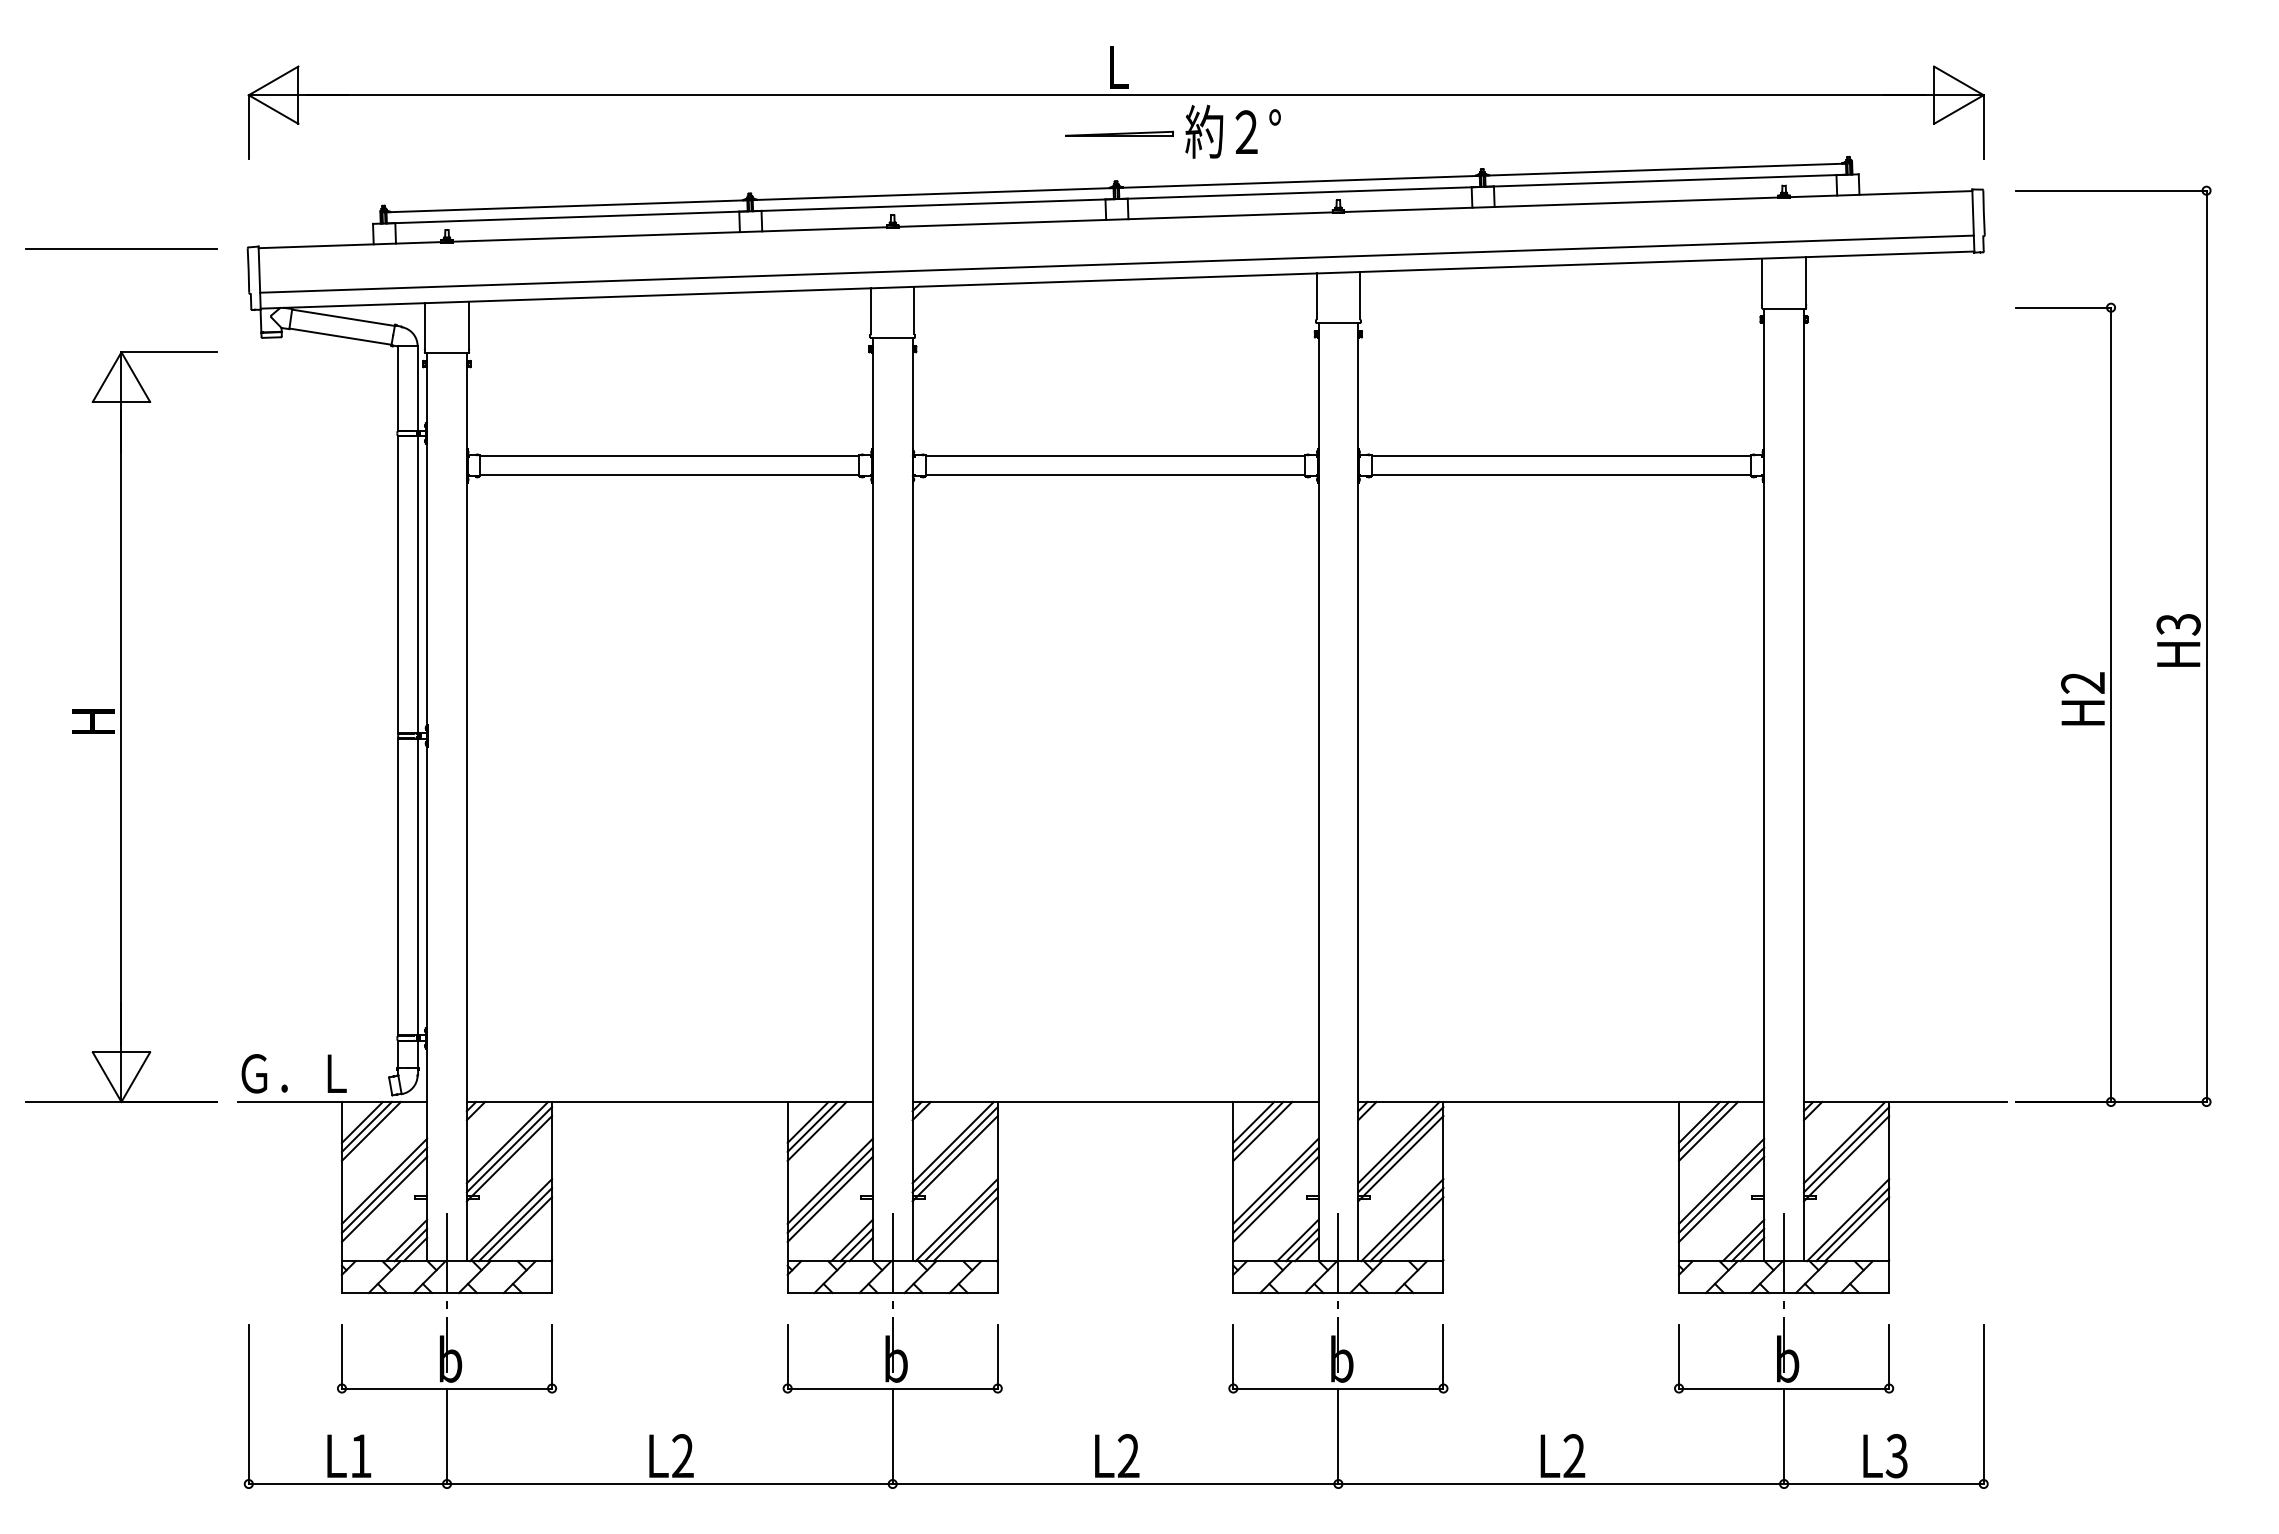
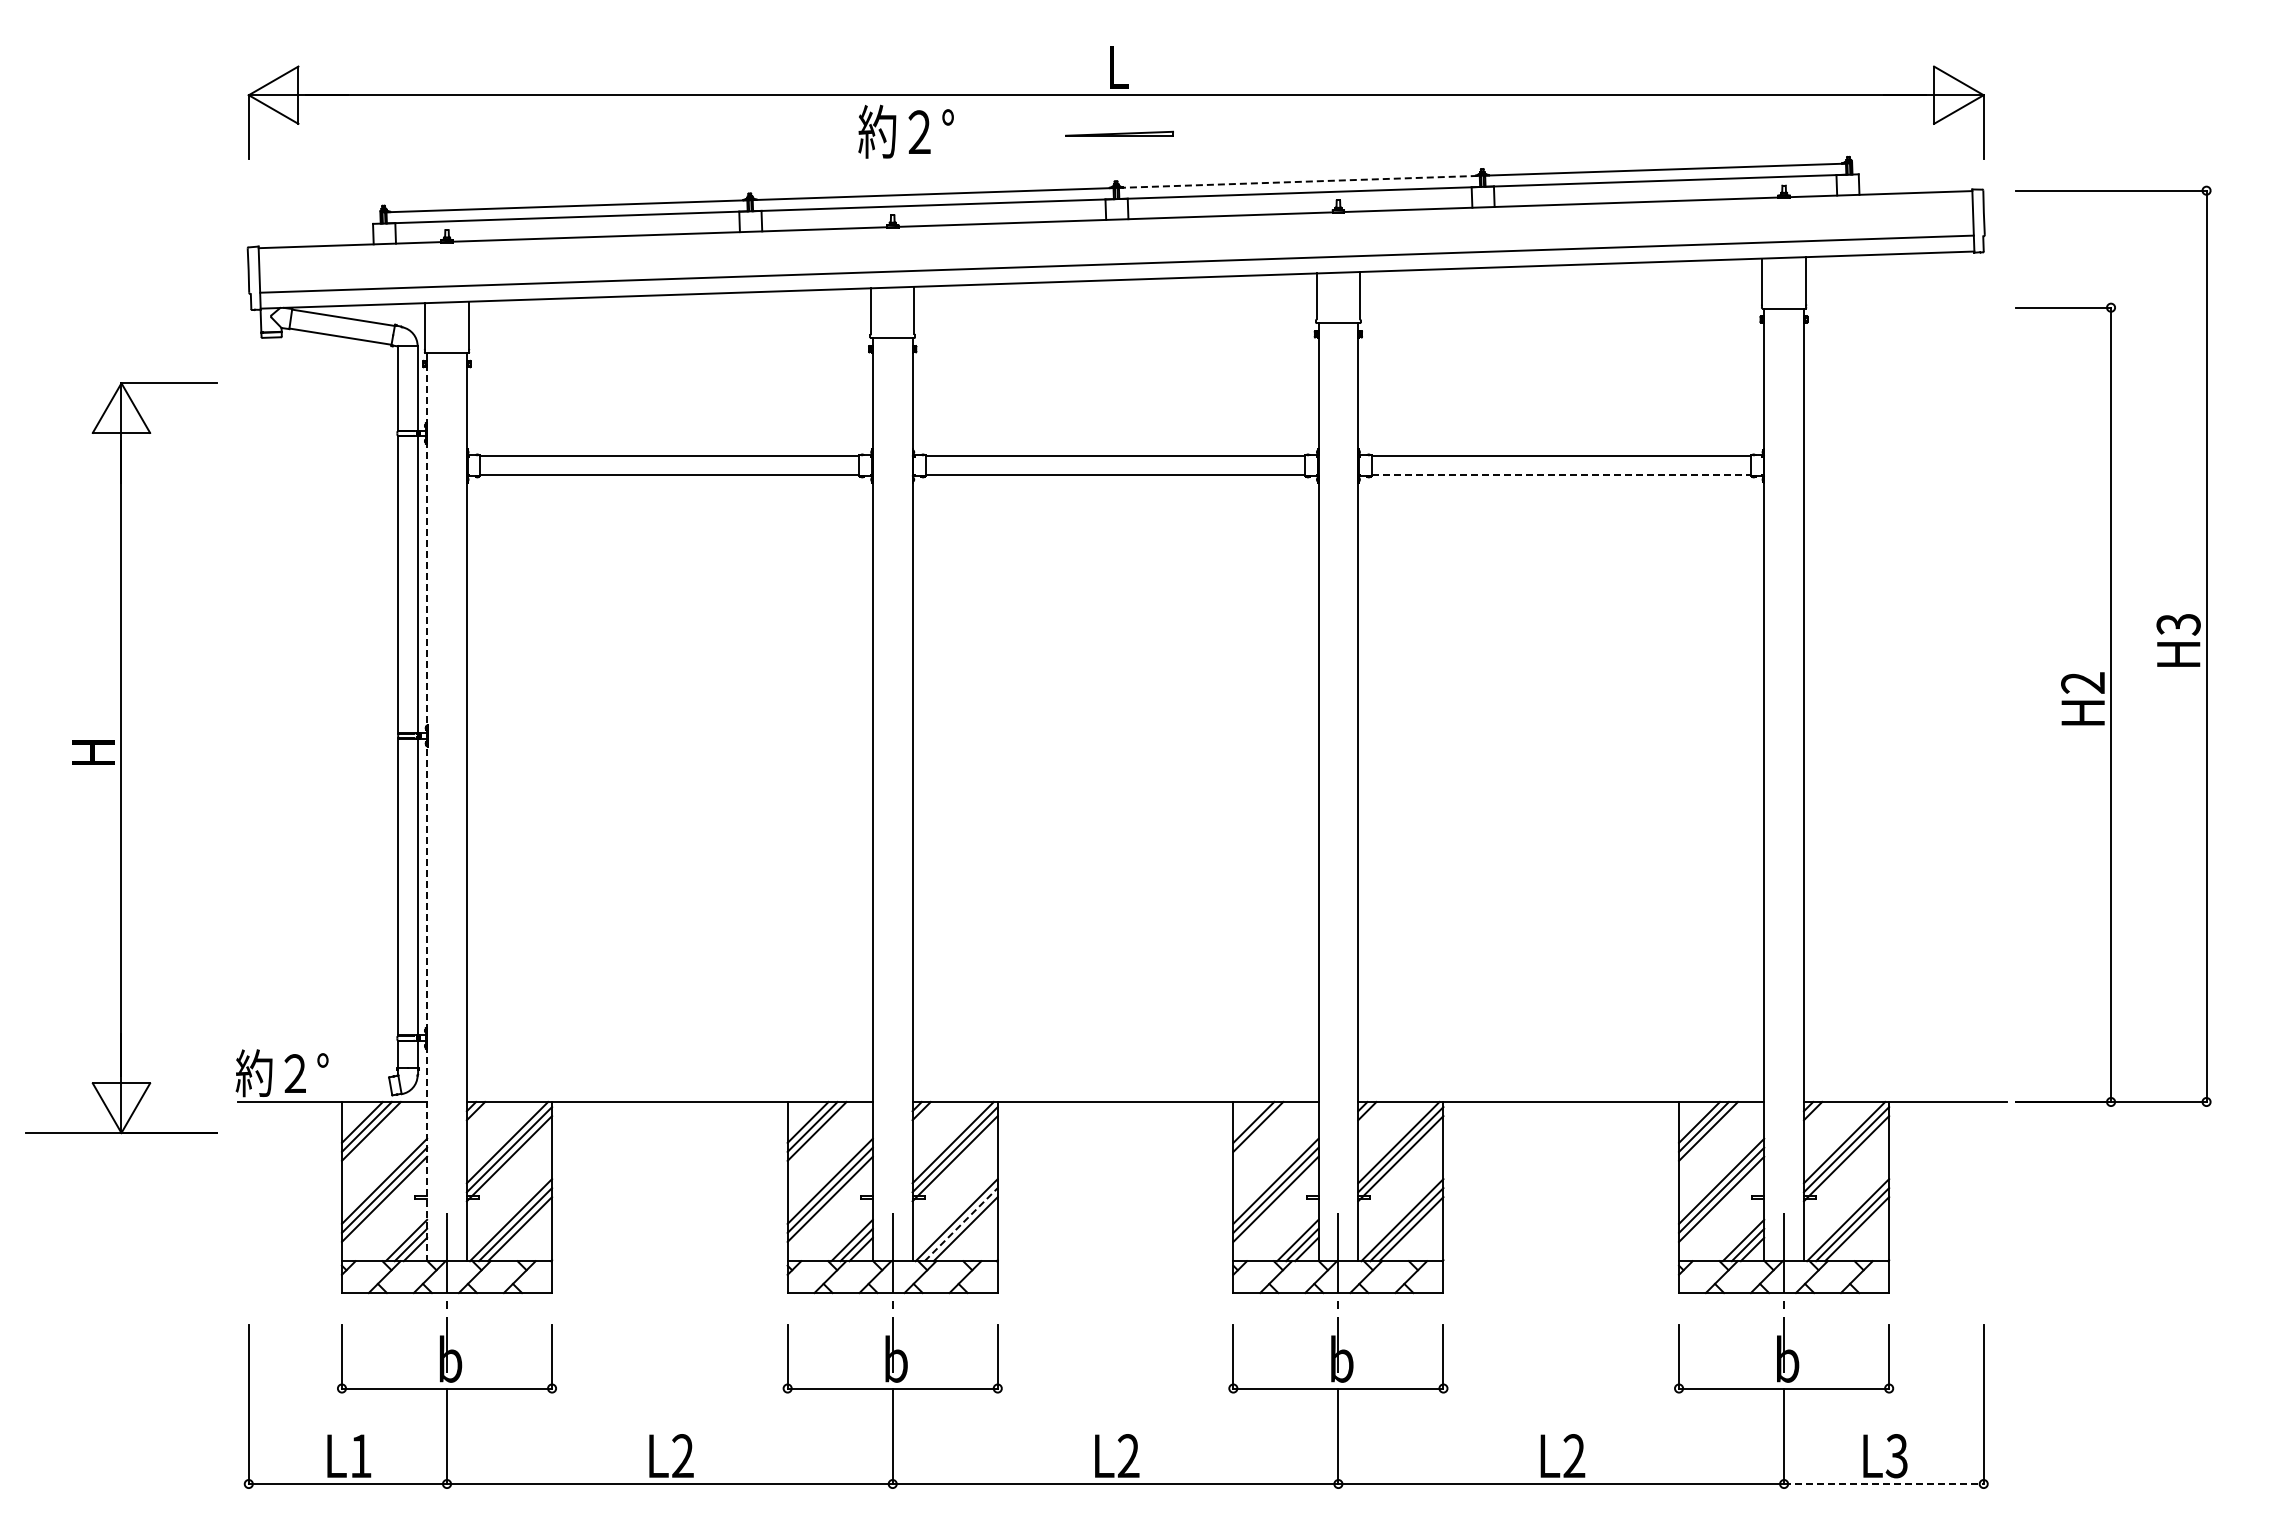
text at (1232, 131) position: (1232, 131) -> (905, 131)
line at (1299, 181): solid -> dashed
line at (120, 248): present -> none
line at (1561, 475): solid -> dashed
part at (121, 727) position: (121, 727) -> (121, 758)
line at (427, 807): solid -> dashed
text at (290, 1073): Ｇ．Ｌ -> 約２°
line at (1262, 1131): present -> none
line at (961, 1224): solid -> dashed
line at (1883, 1484): solid -> dashed
